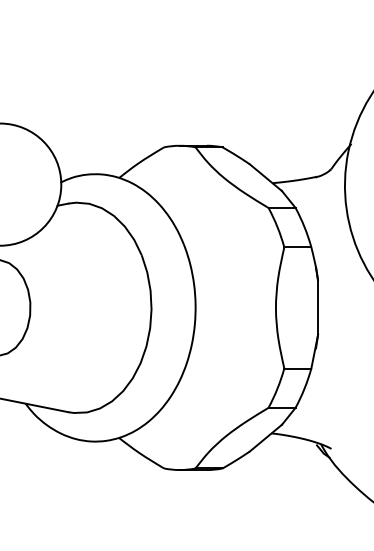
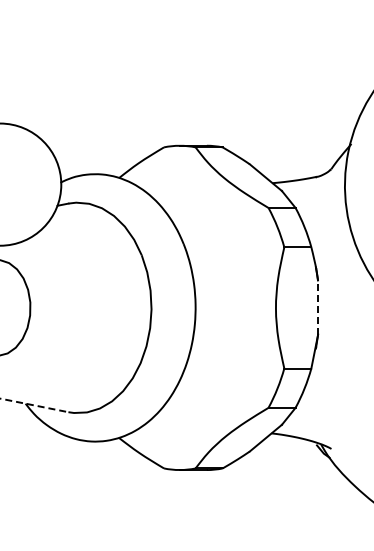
line at (318, 307): solid -> dashed
line at (34, 405): solid -> dashed
